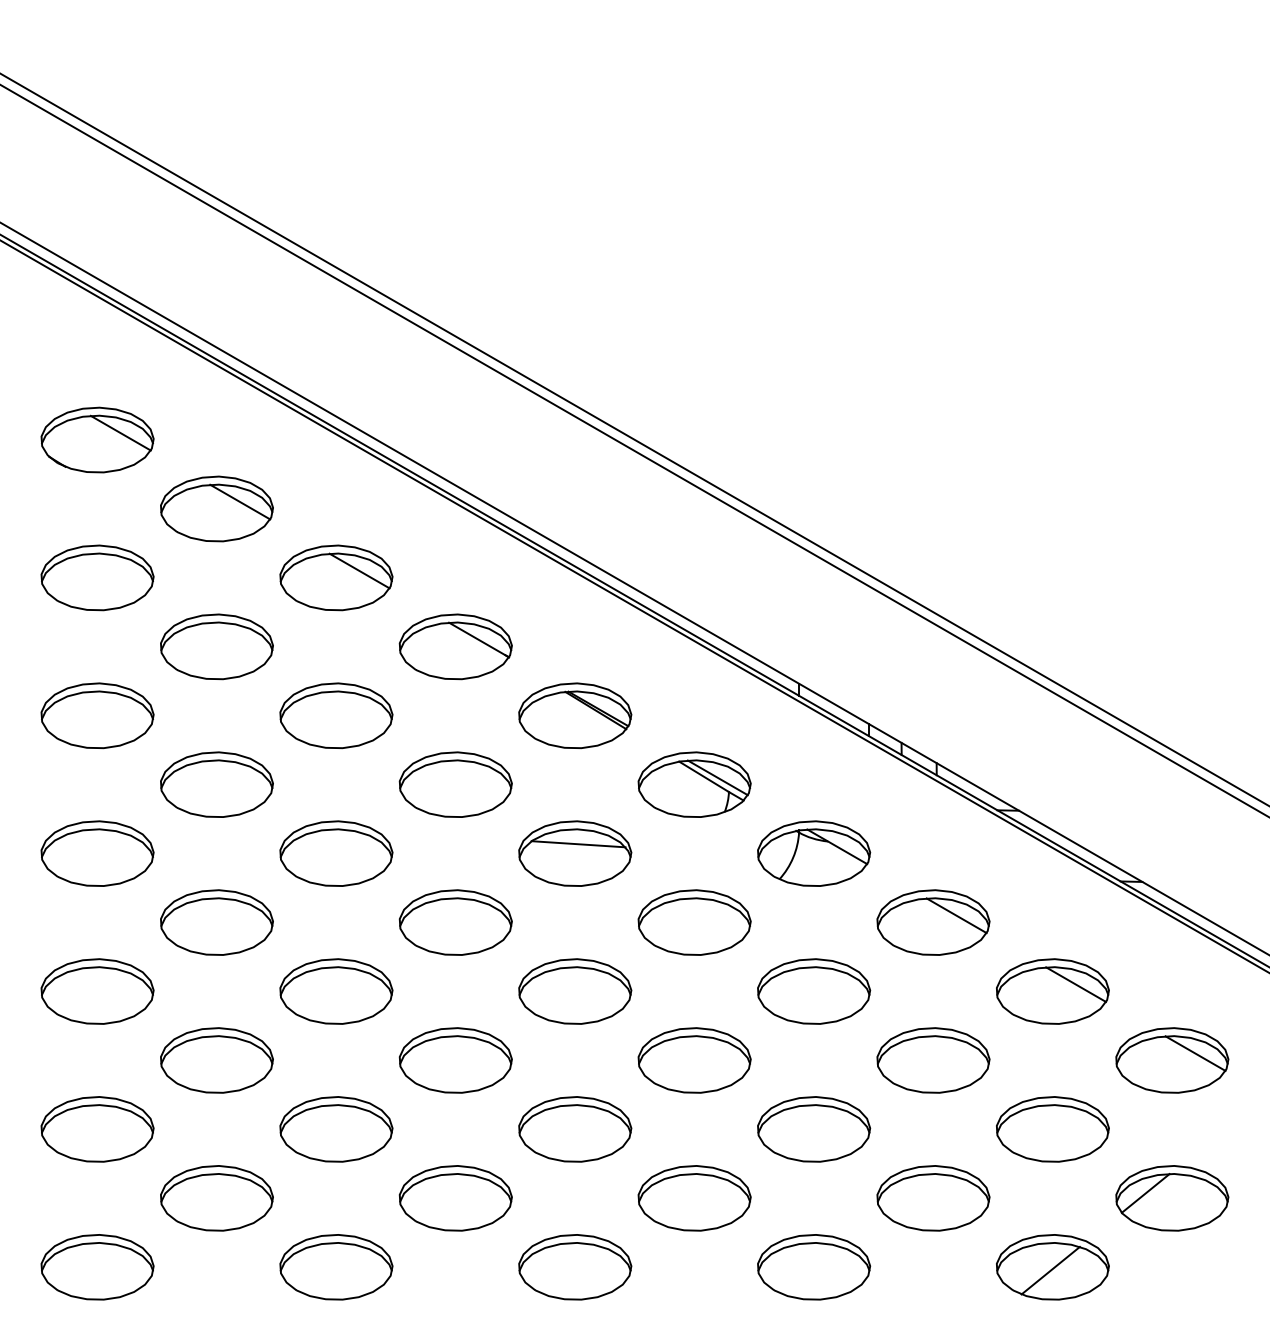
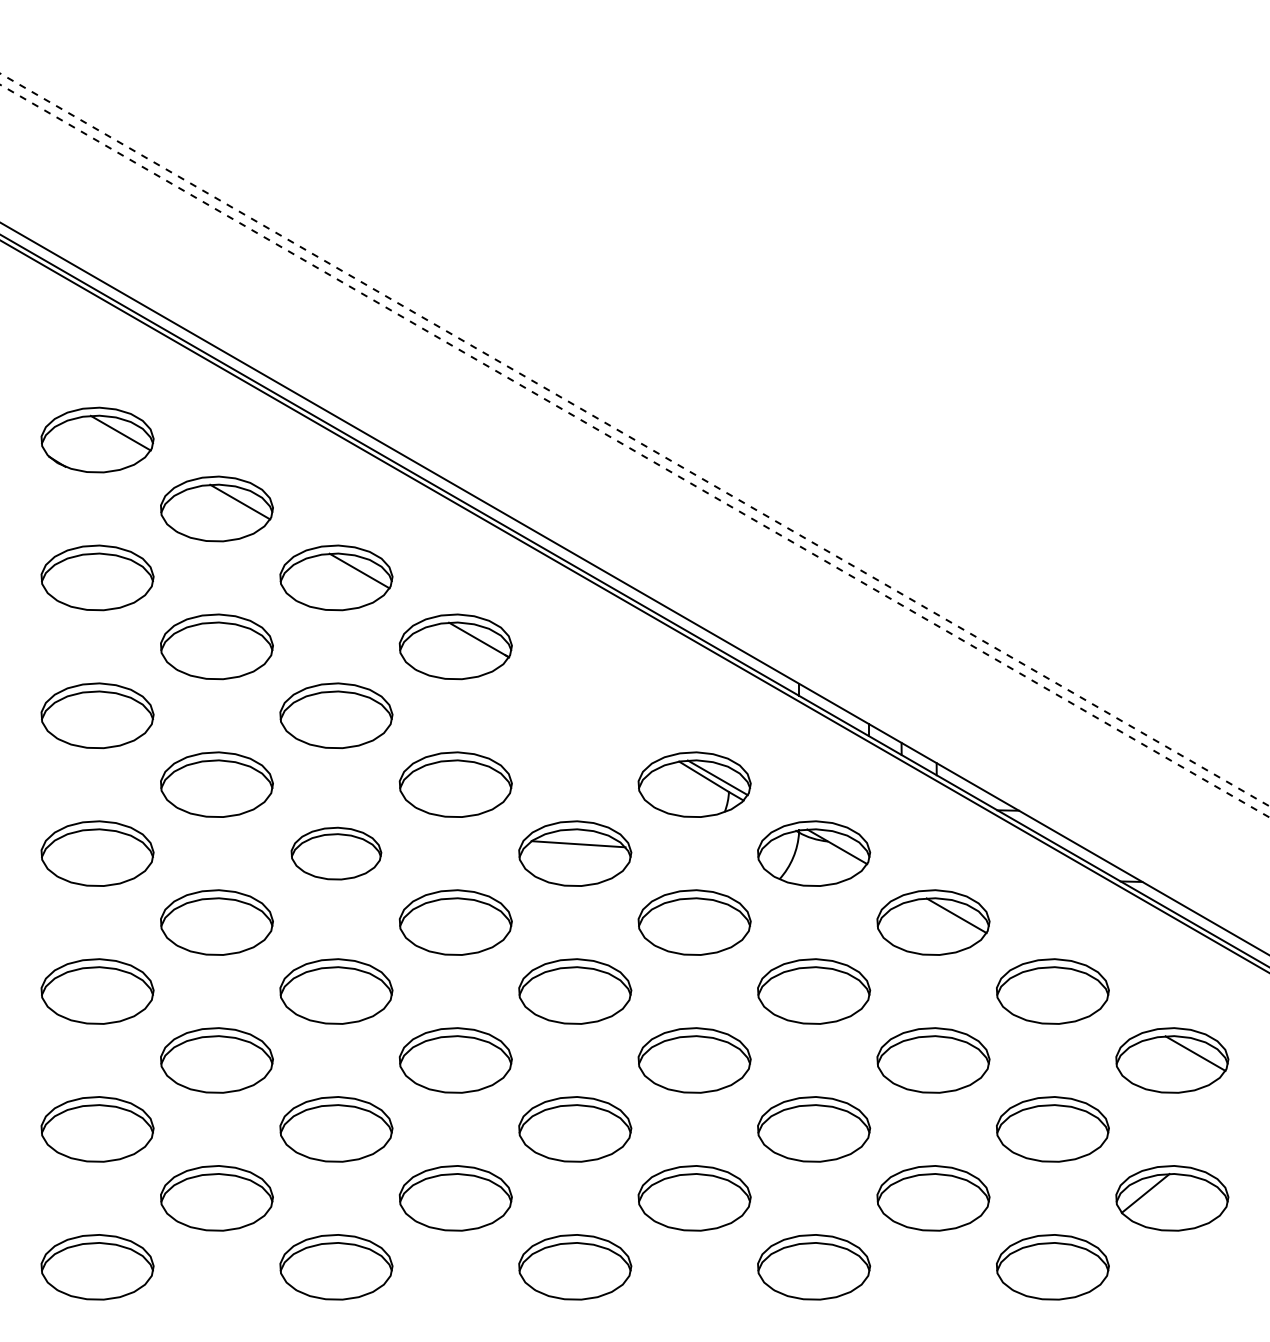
line at (634, 439): solid -> dashed
line at (635, 451): solid -> dashed
part at (575, 715): present -> none
part at (336, 853) size: 115x67 px -> 93x55 px
line at (1076, 984): present -> none
line at (1050, 1270): present -> none
